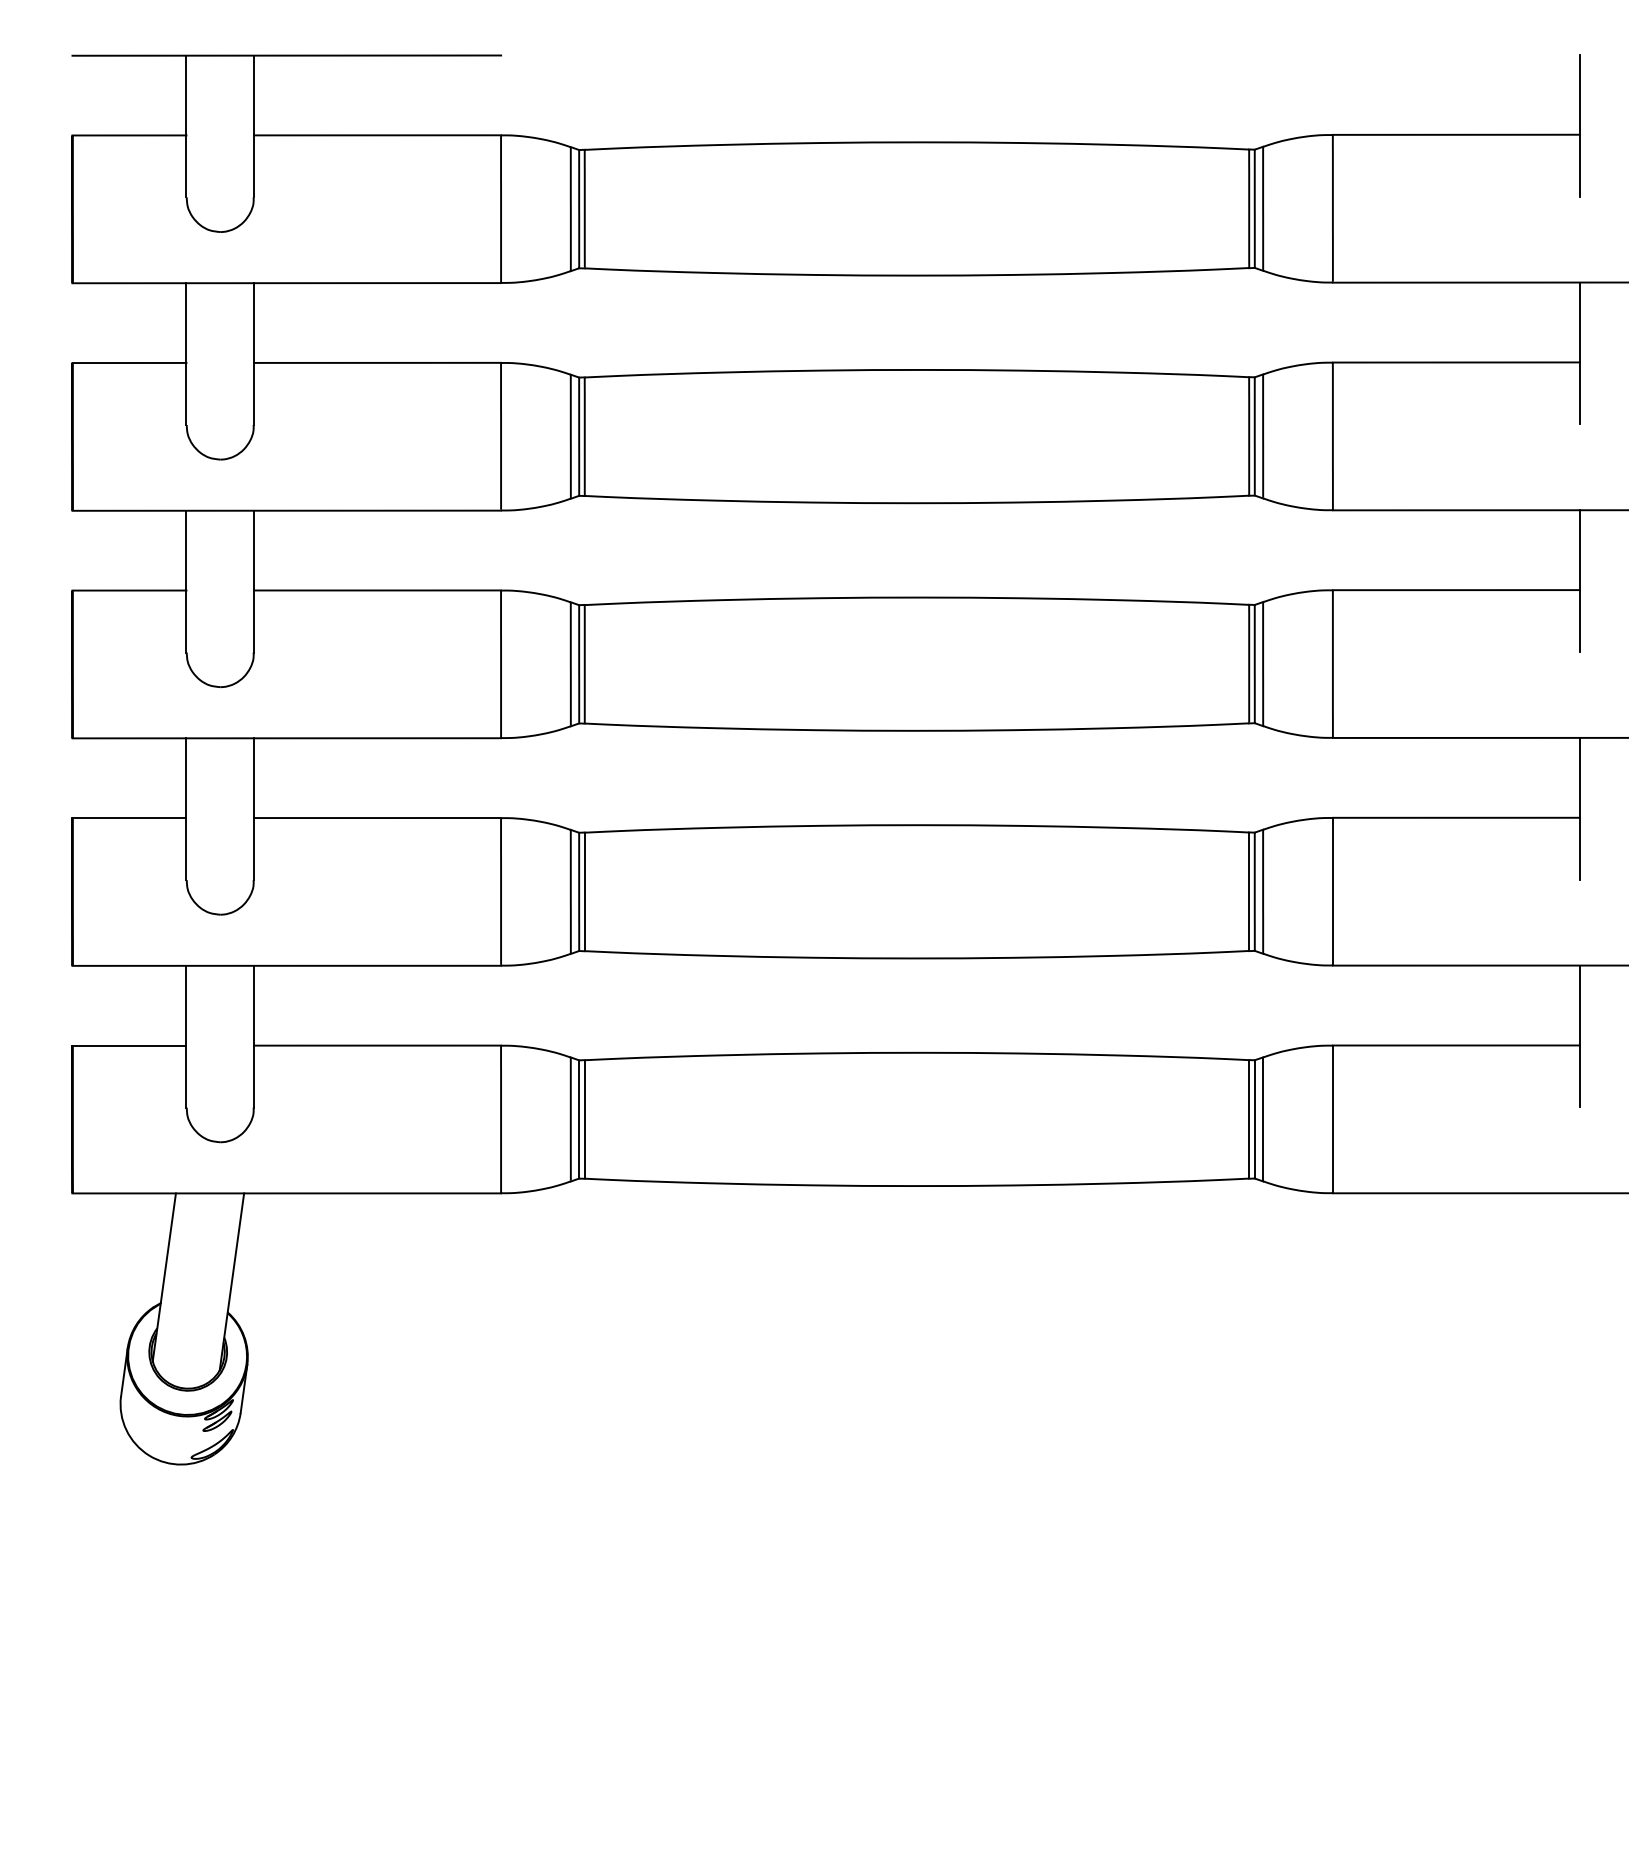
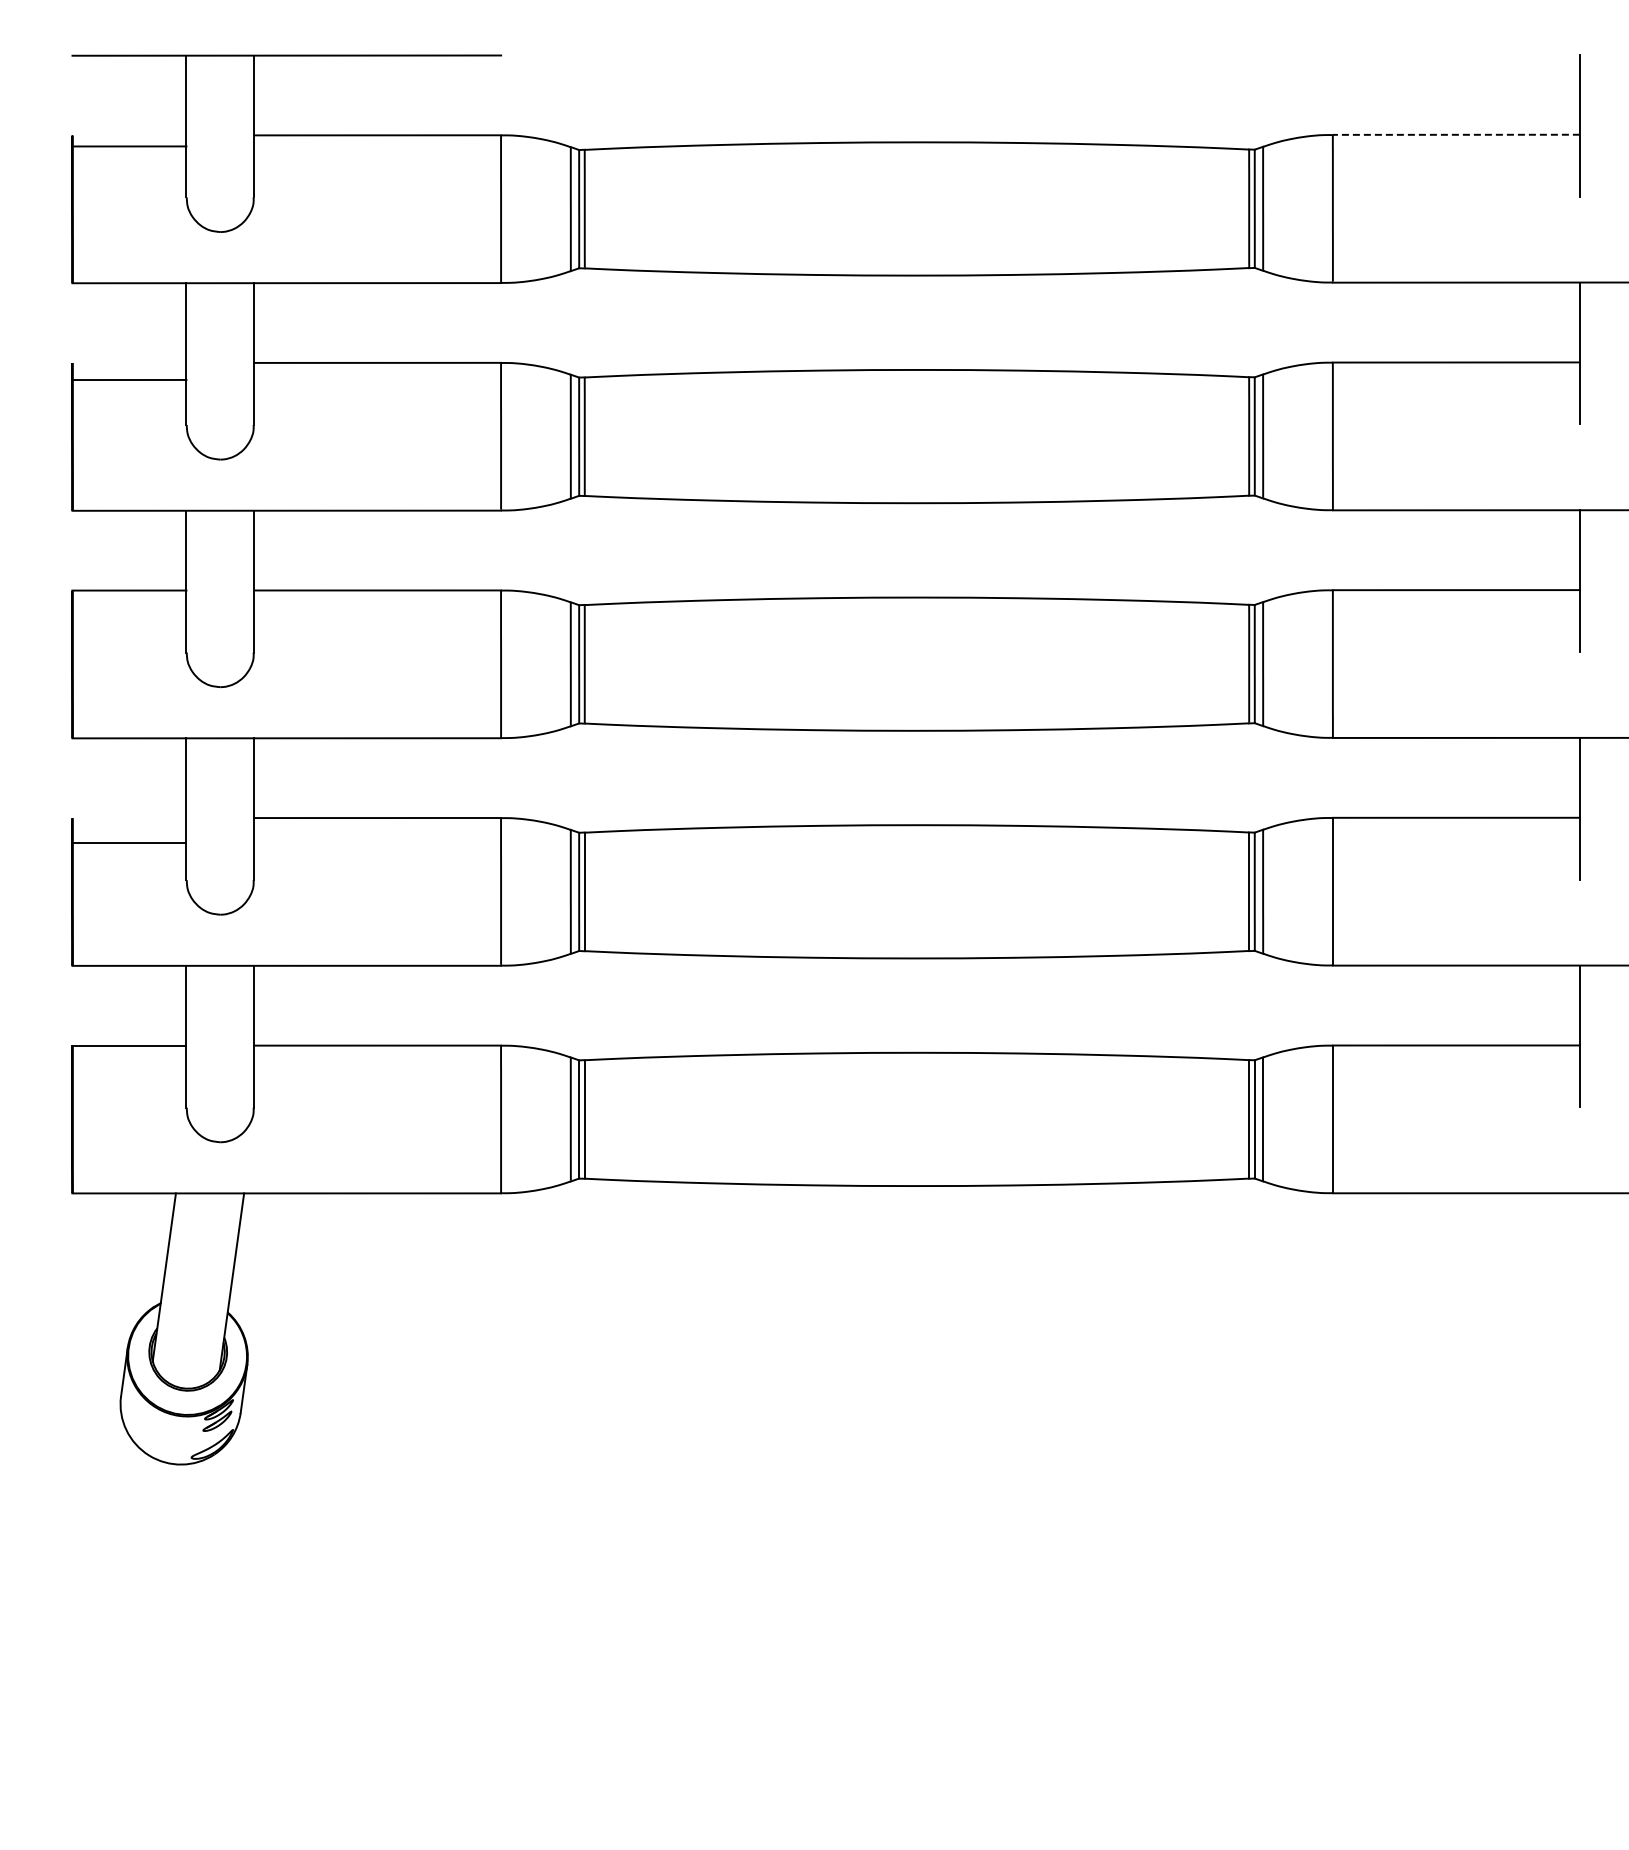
line at (1456, 134): solid -> dashed
line at (129, 135) position: (129, 135) -> (129, 146)
line at (129, 362) position: (129, 362) -> (129, 379)
line at (129, 818) position: (129, 818) -> (129, 843)
